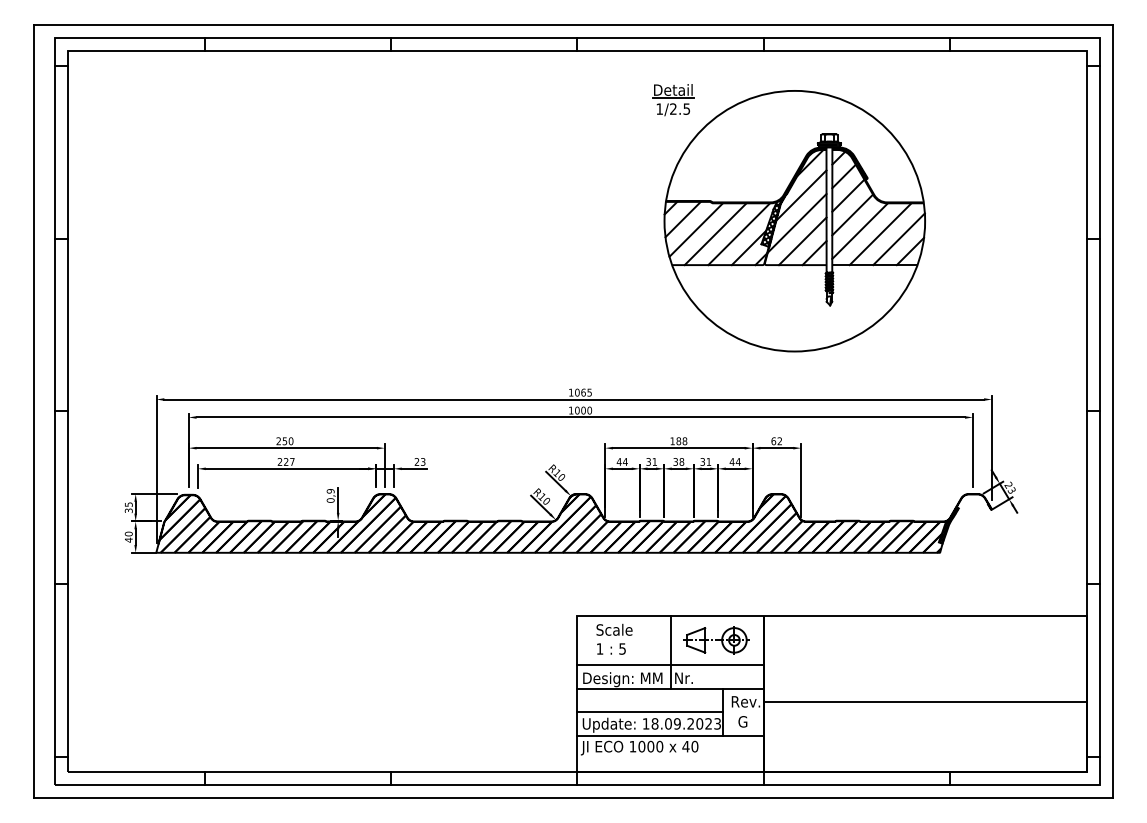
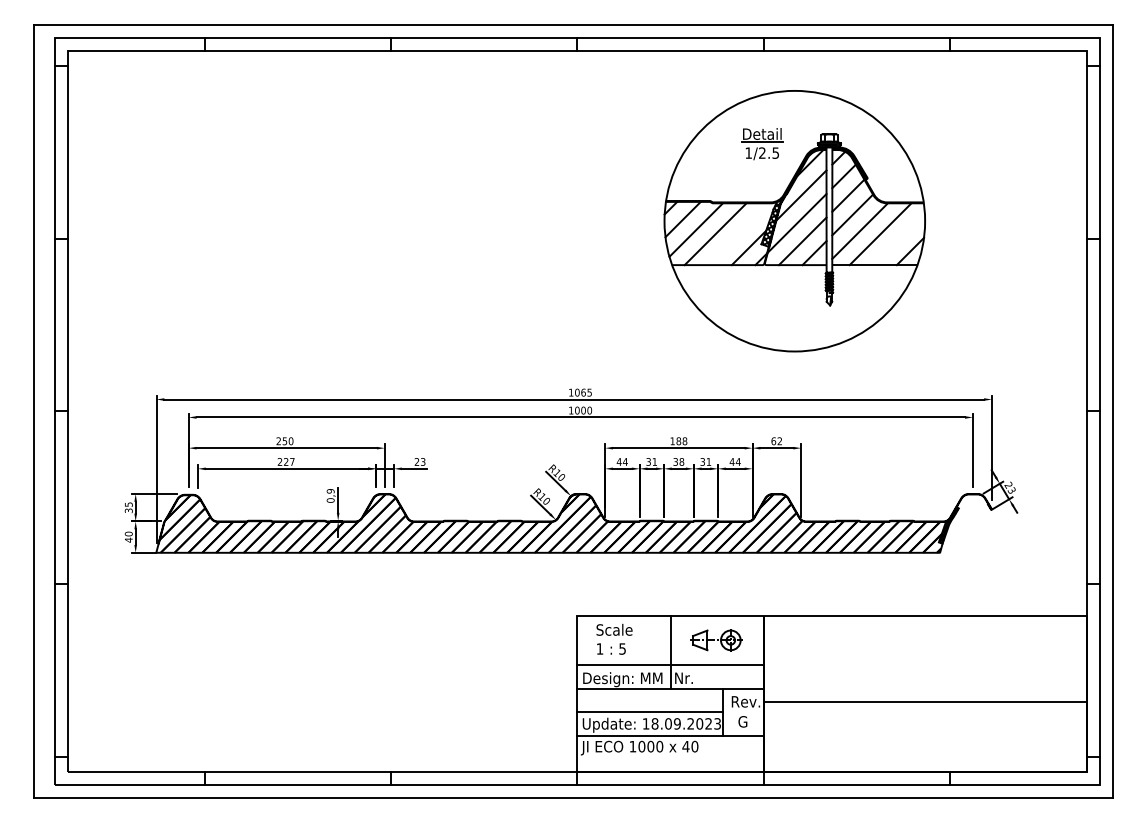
part at (673, 100) position: (673, 100) -> (762, 144)
line at (739, 234): present -> none
line at (898, 239): present -> none
part at (716, 640) size: 67x29 px -> 53x23 px
